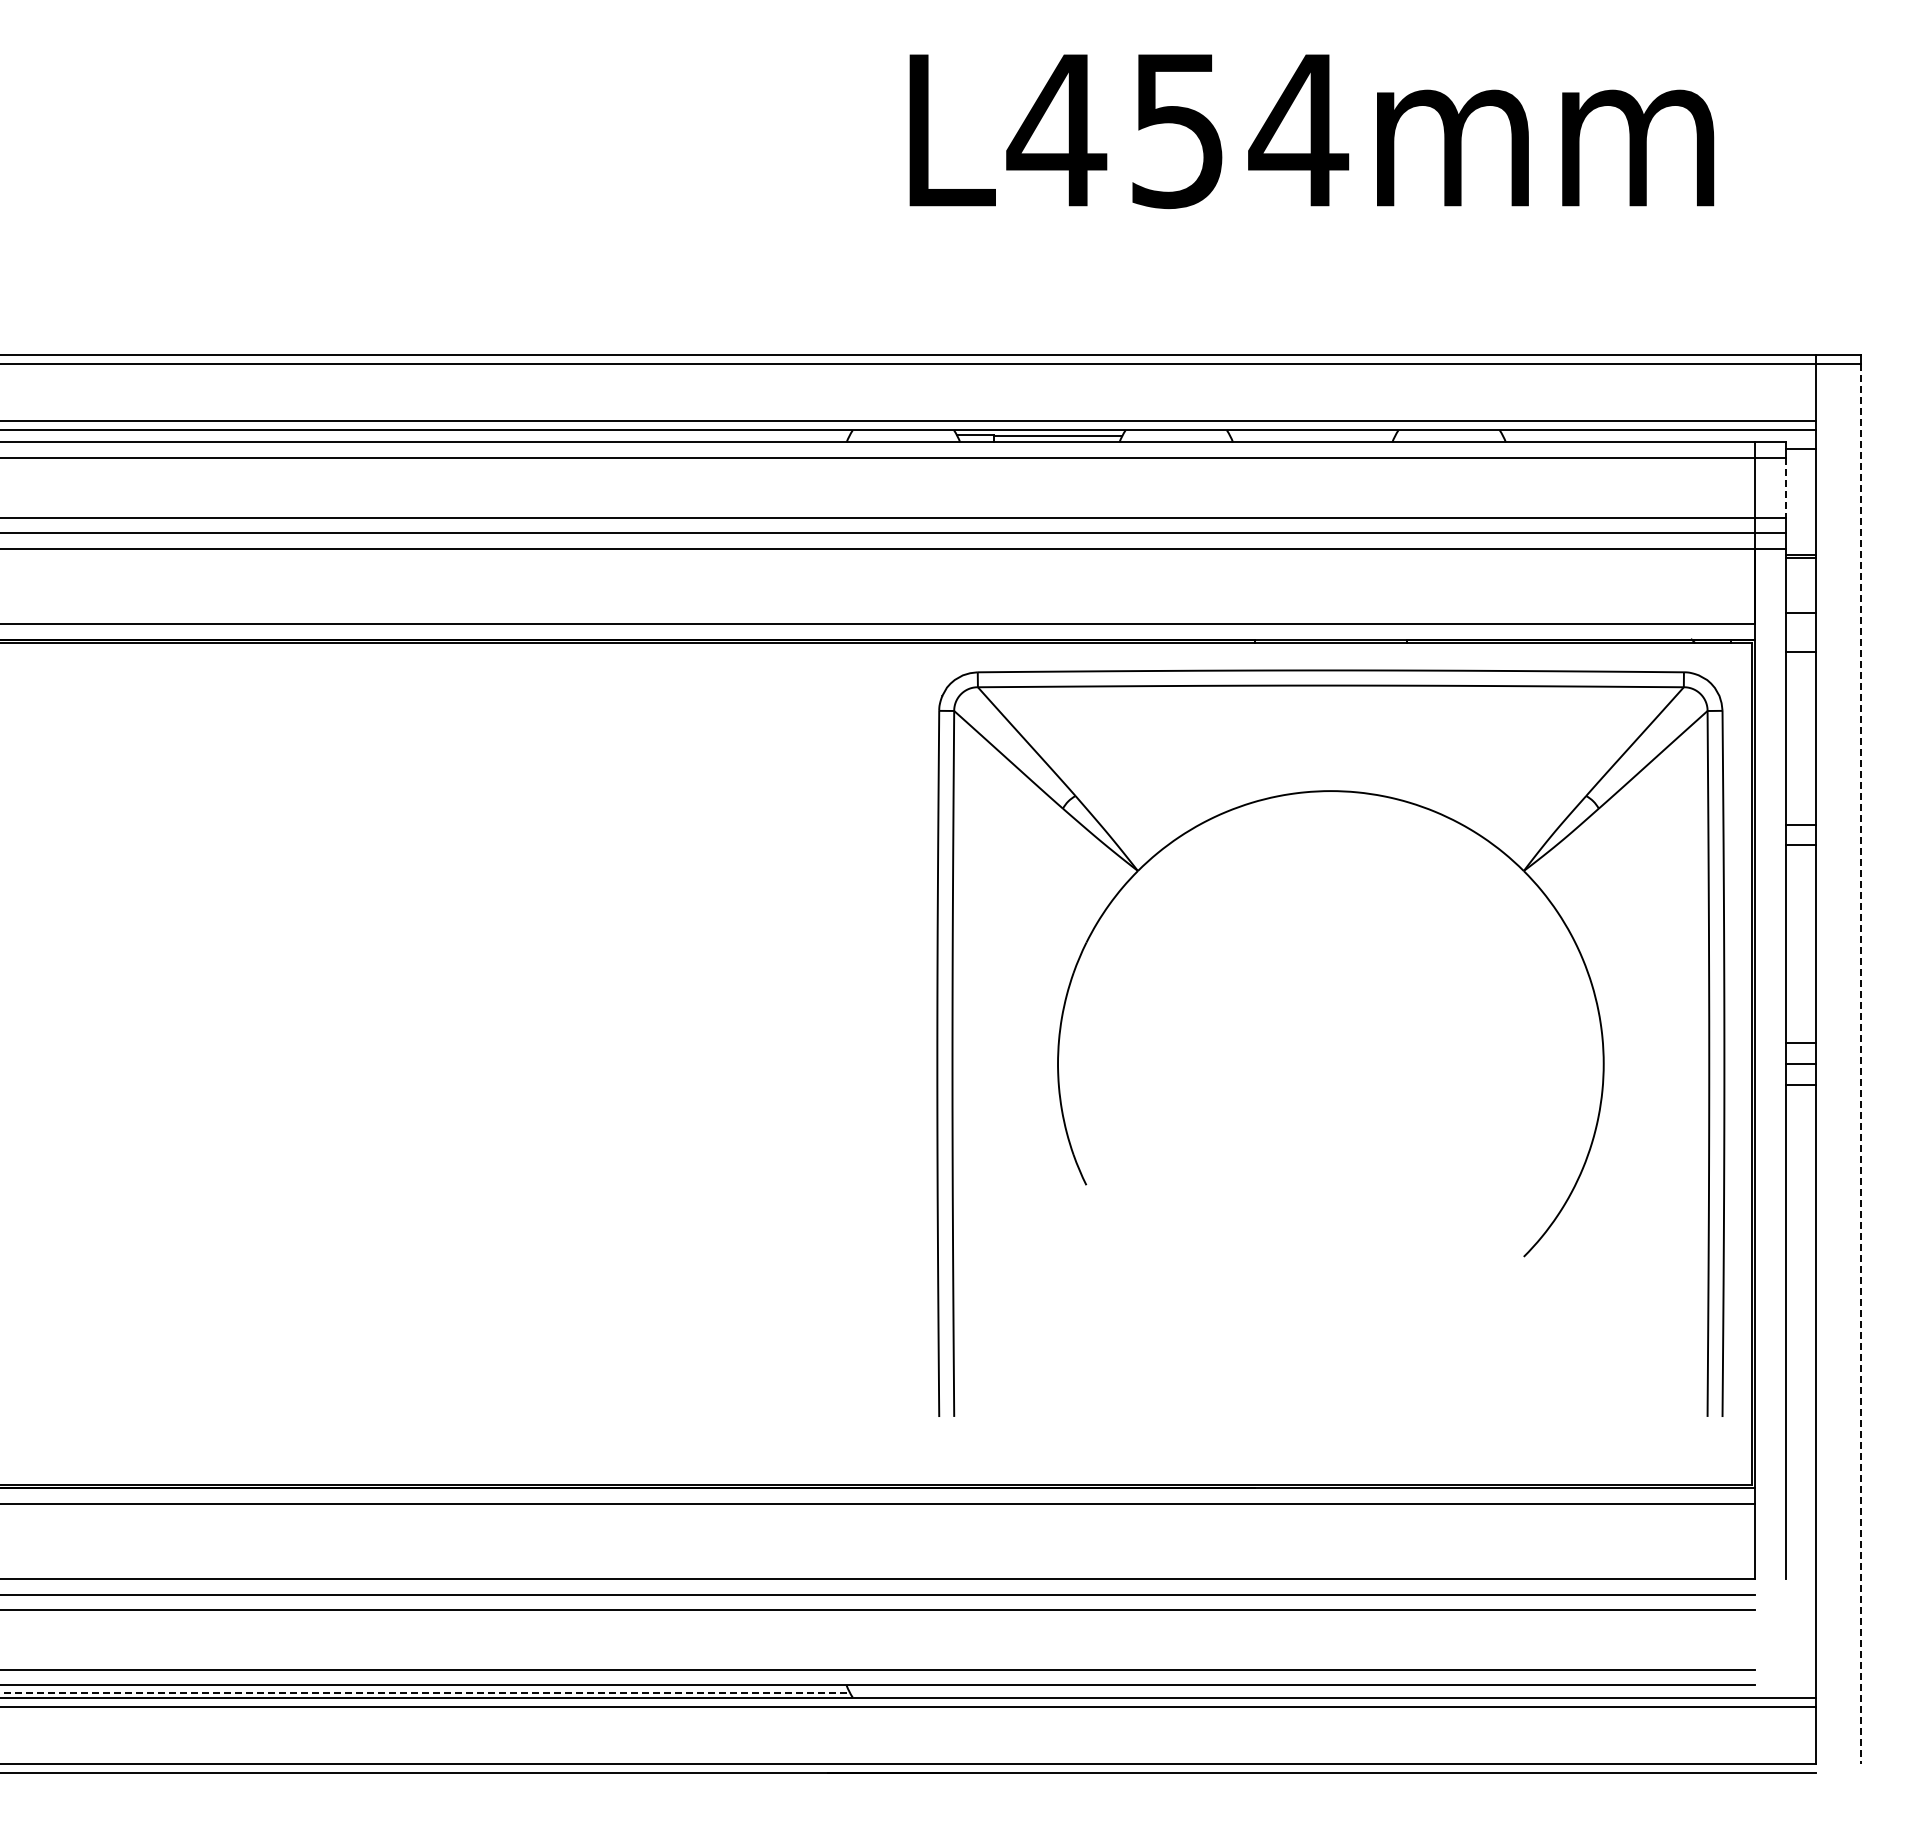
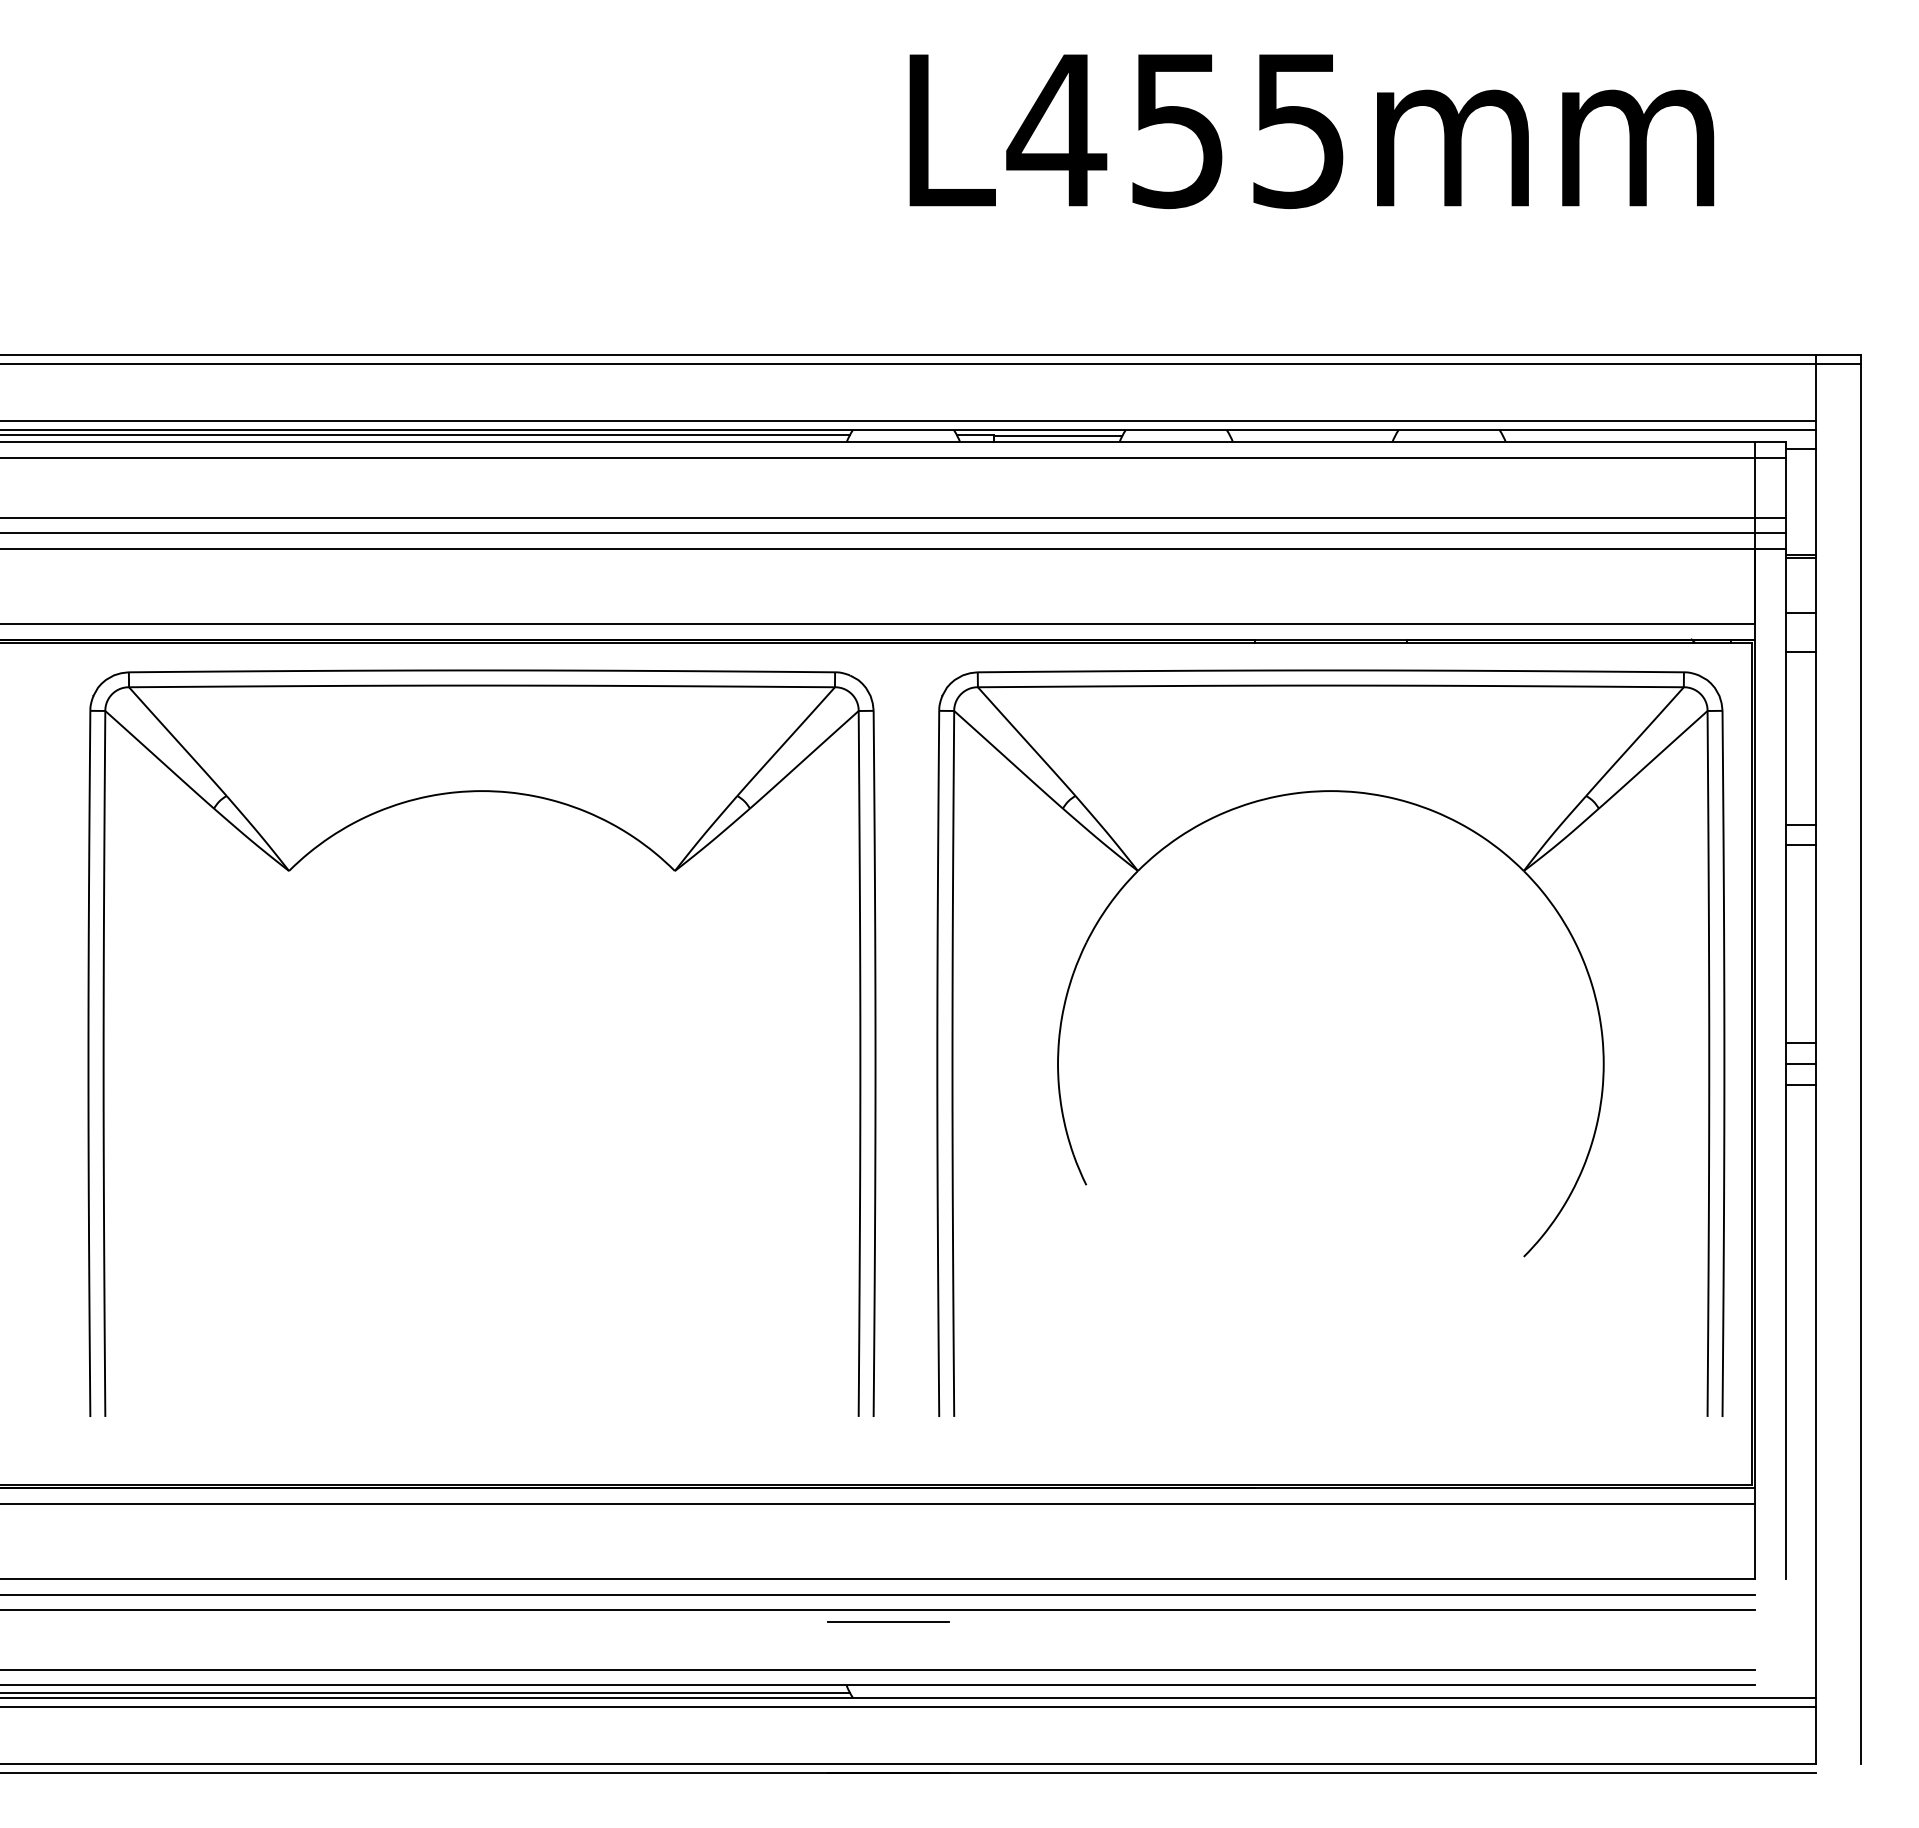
text at (1298, 131): L454mm -> L455mm
line at (426, 434): none -> present
line at (1785, 488): dashed -> solid
part at (474, 792): none -> present
line at (1861, 1064): dashed -> solid
line at (888, 1621): none -> present
line at (425, 1693): dashed -> solid
